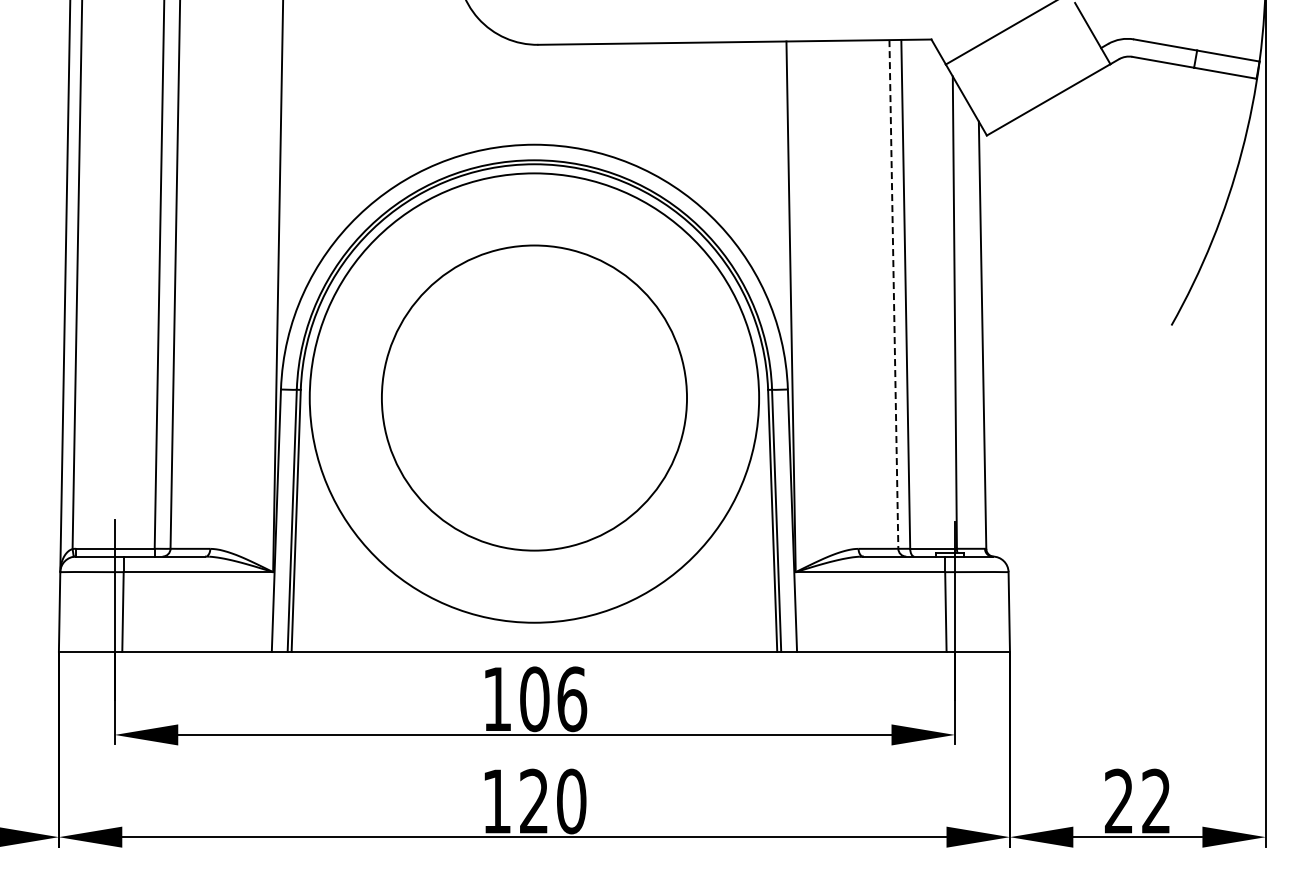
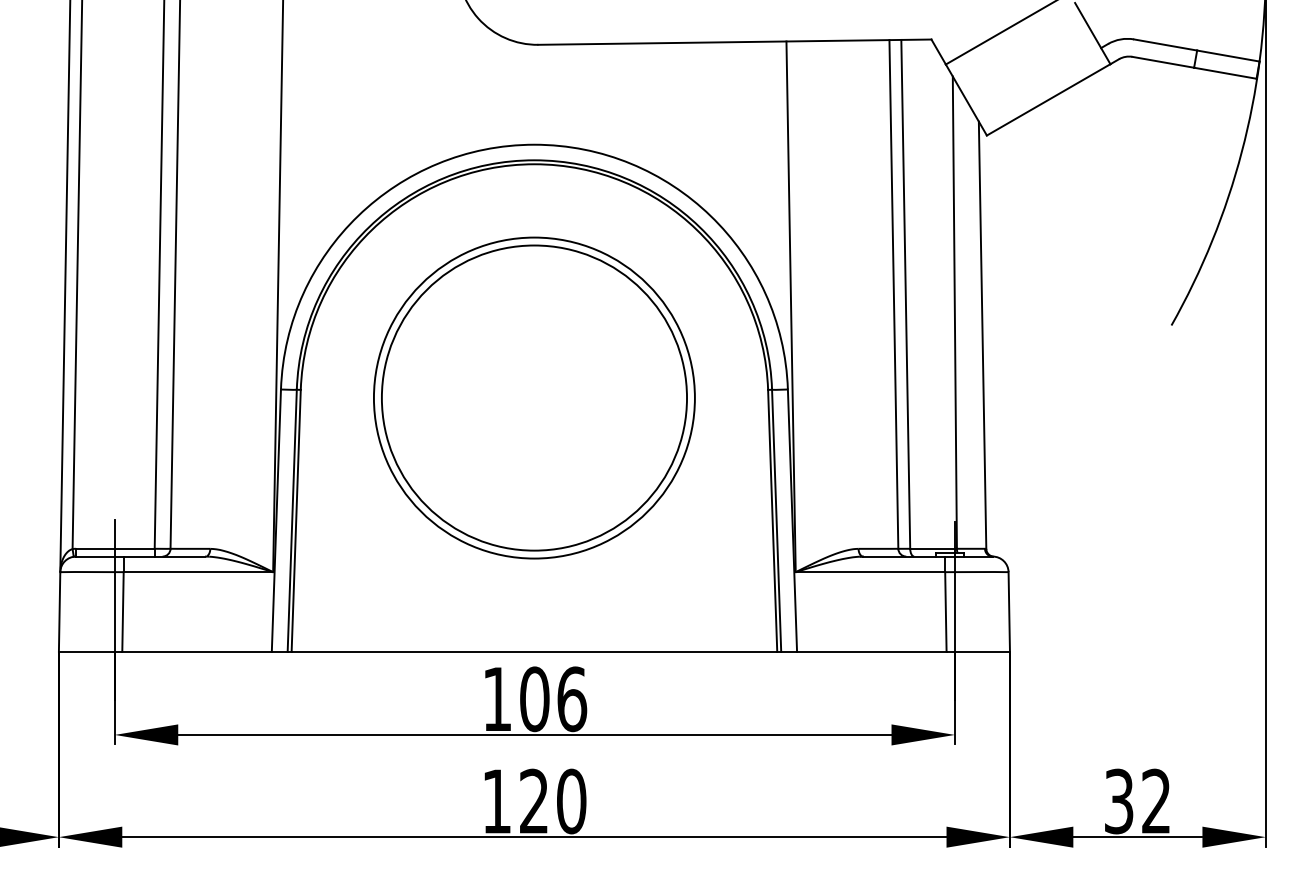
line at (893, 294): dashed -> solid
circle at (534, 397) diameter: 449 px -> 321 px
text at (1119, 801): 22 -> 32
